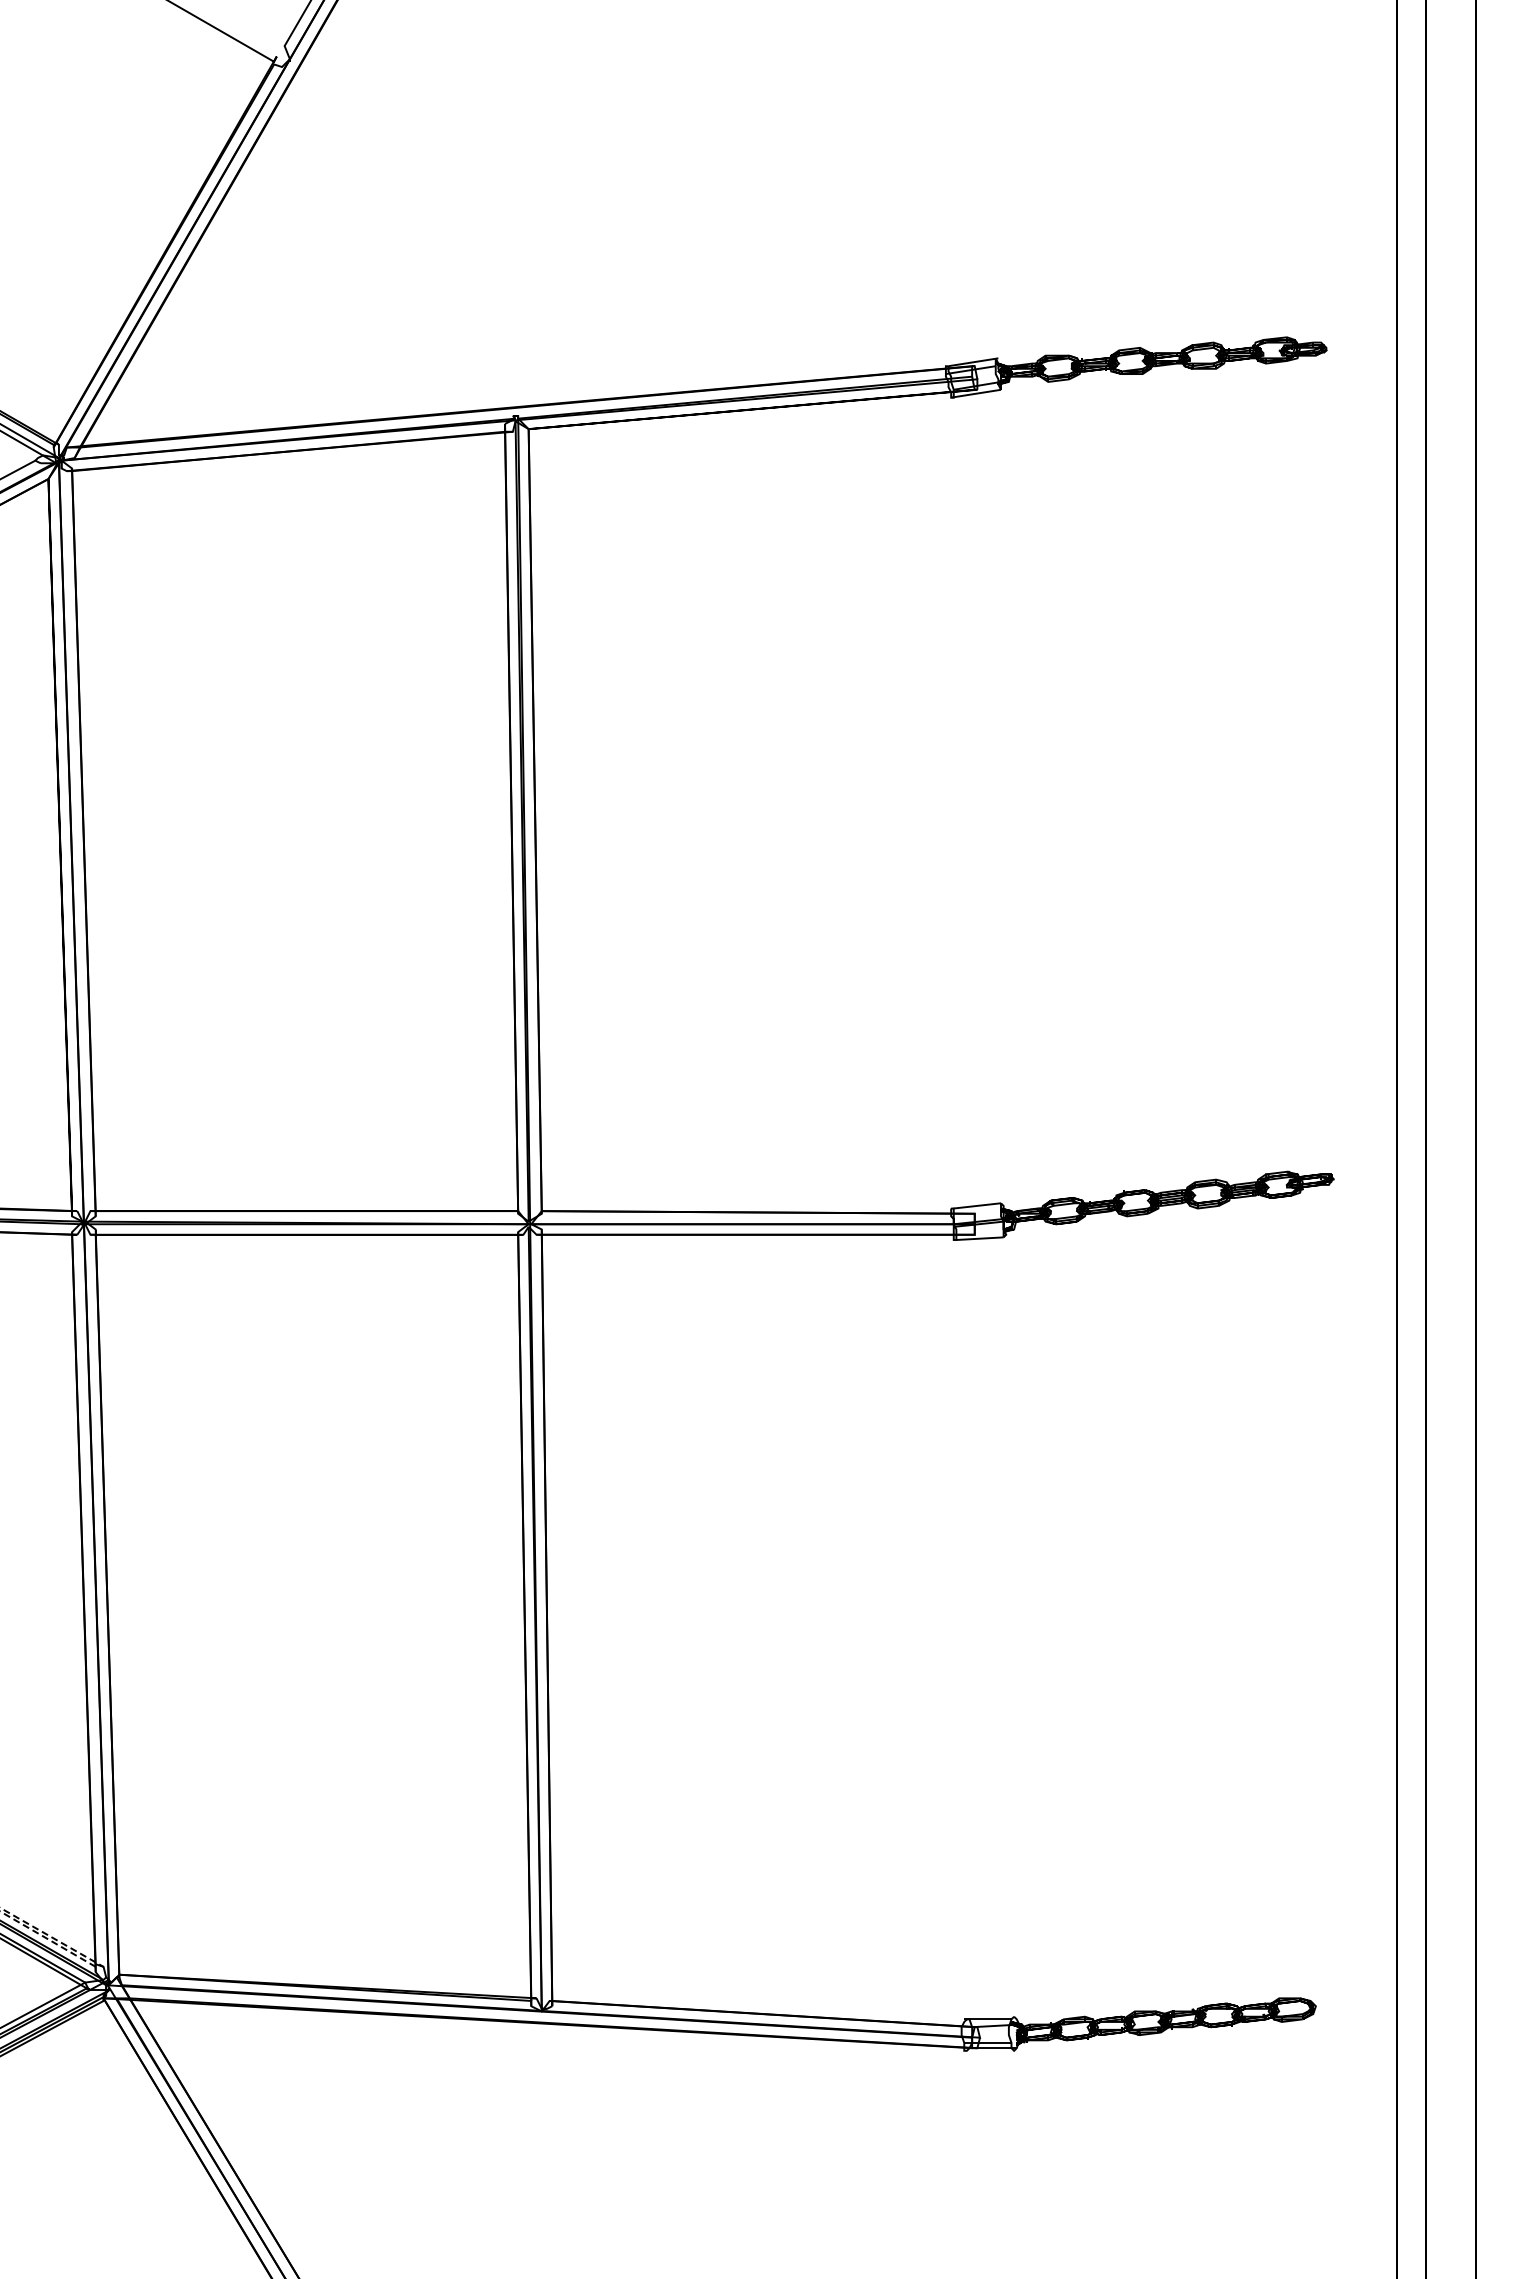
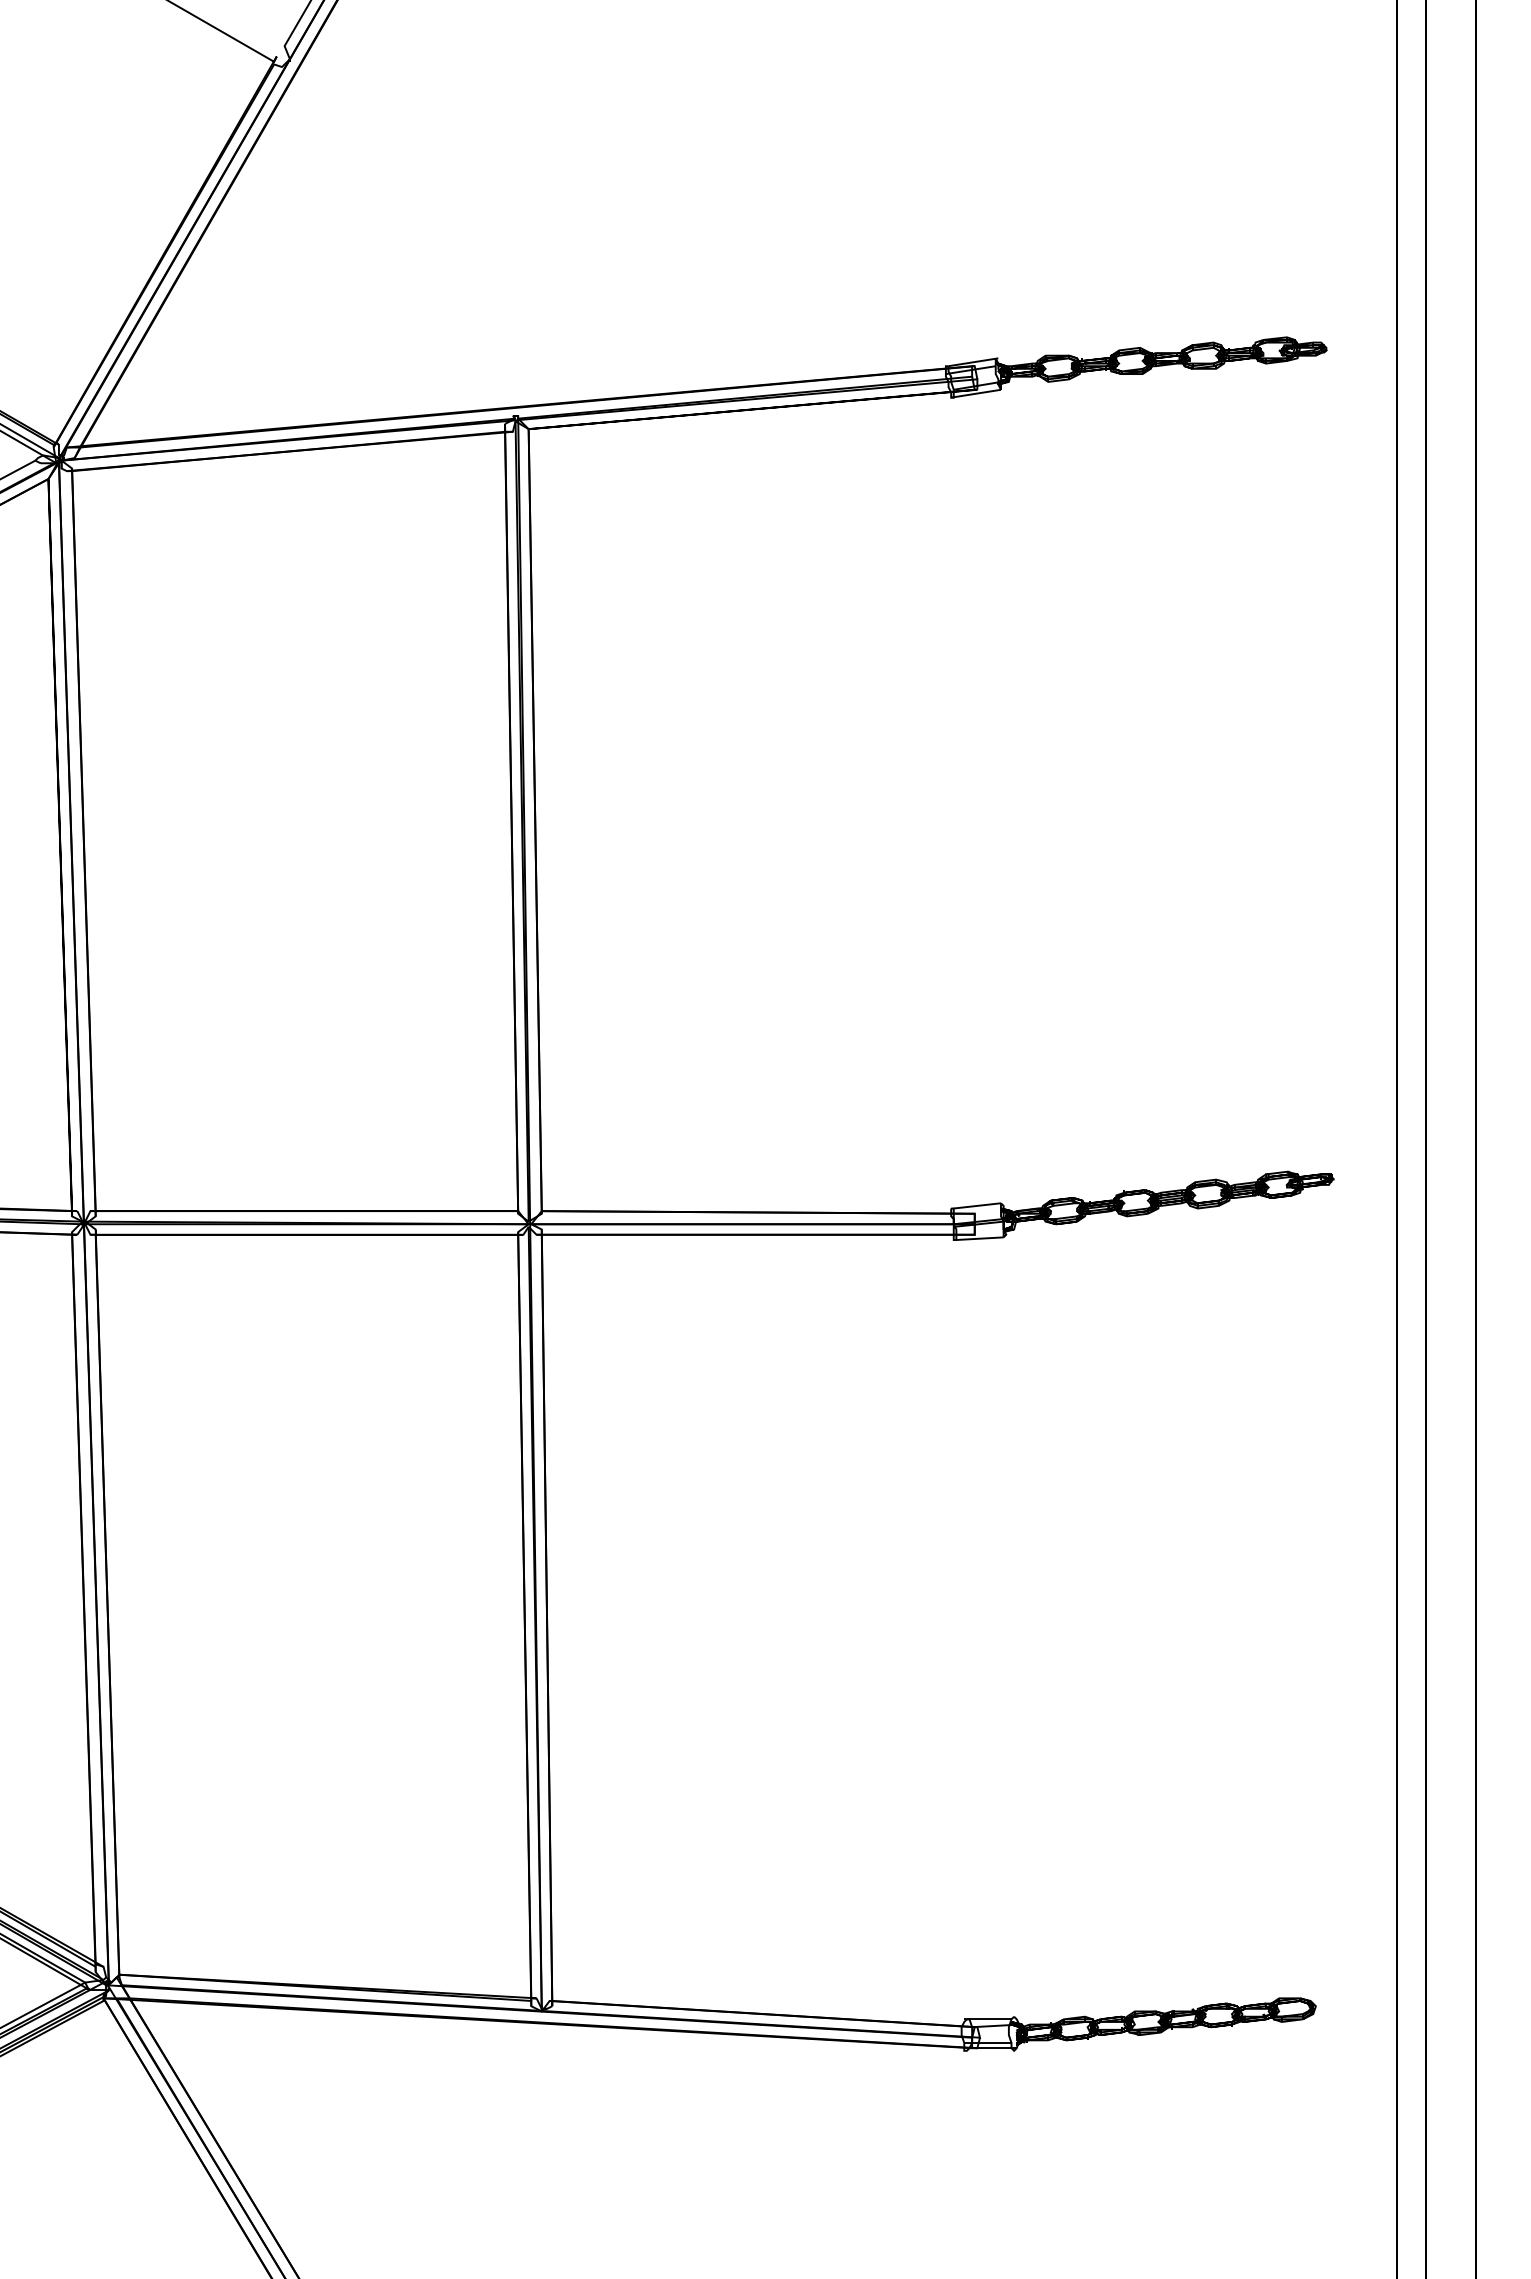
line at (3, 1909): dashed -> solid
